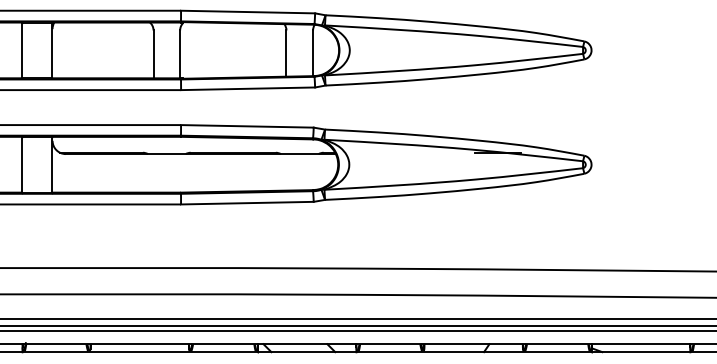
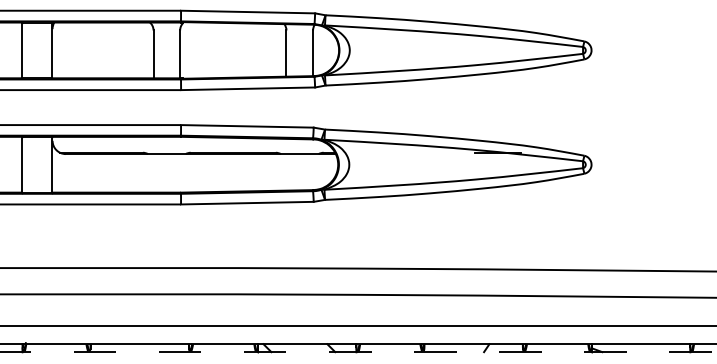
line at (357, 318): present -> none
line at (357, 330): present -> none
line at (358, 352): solid -> dashed
